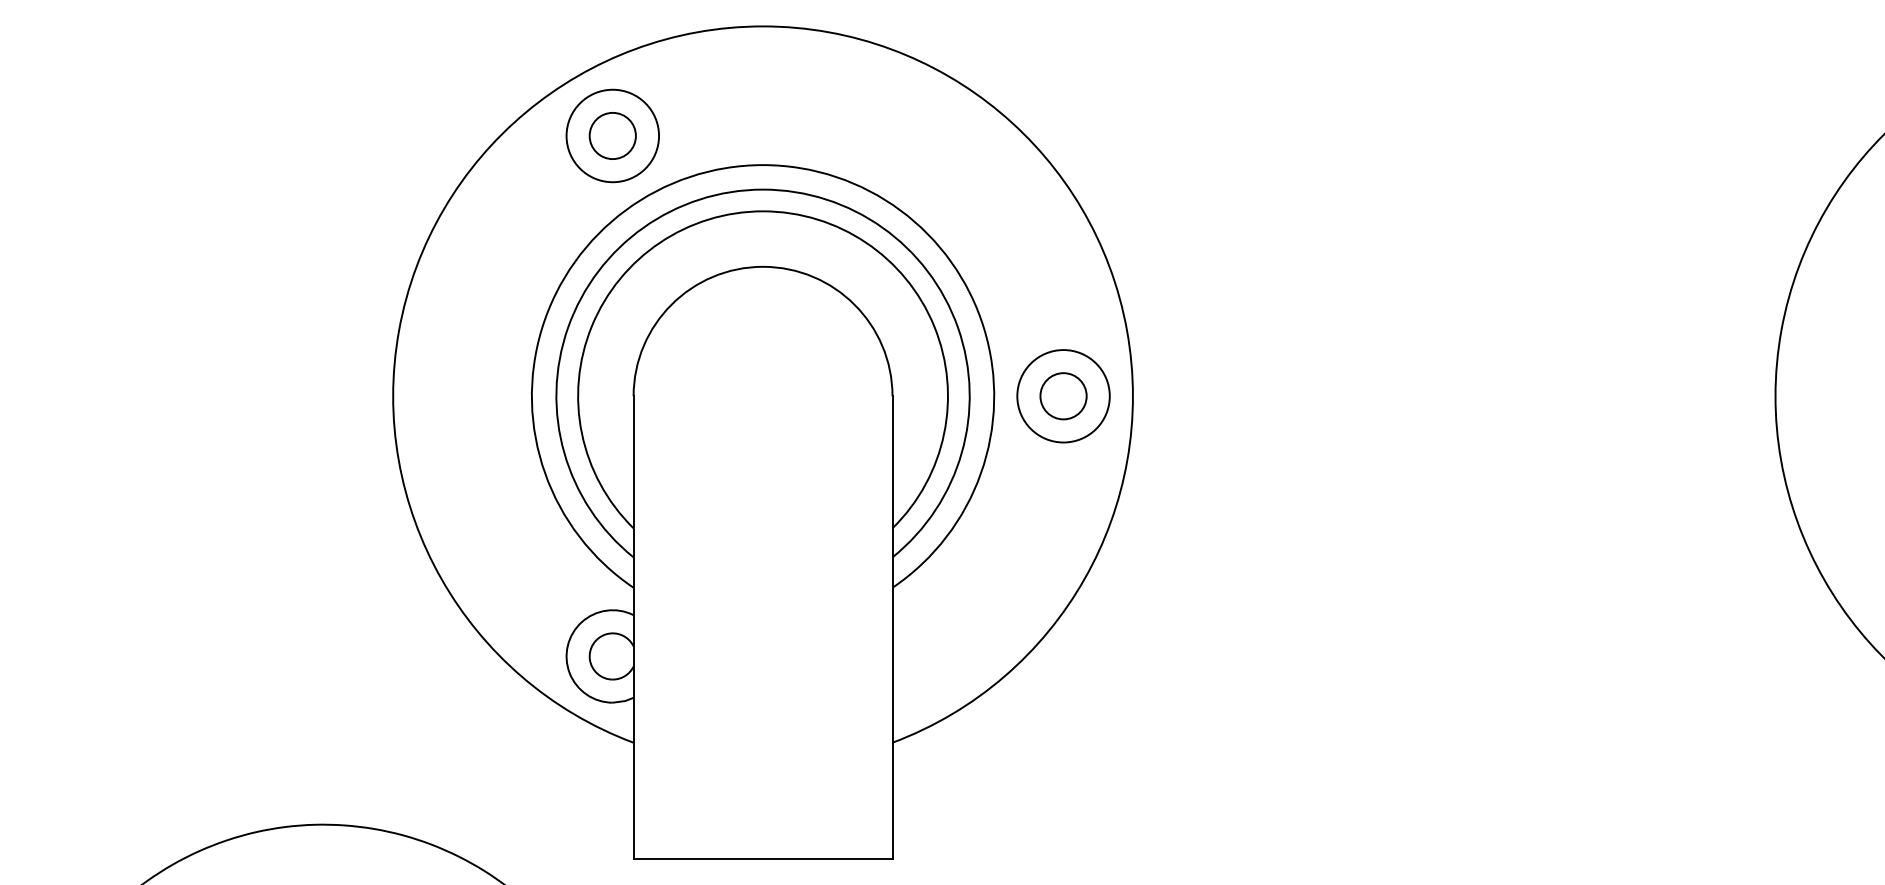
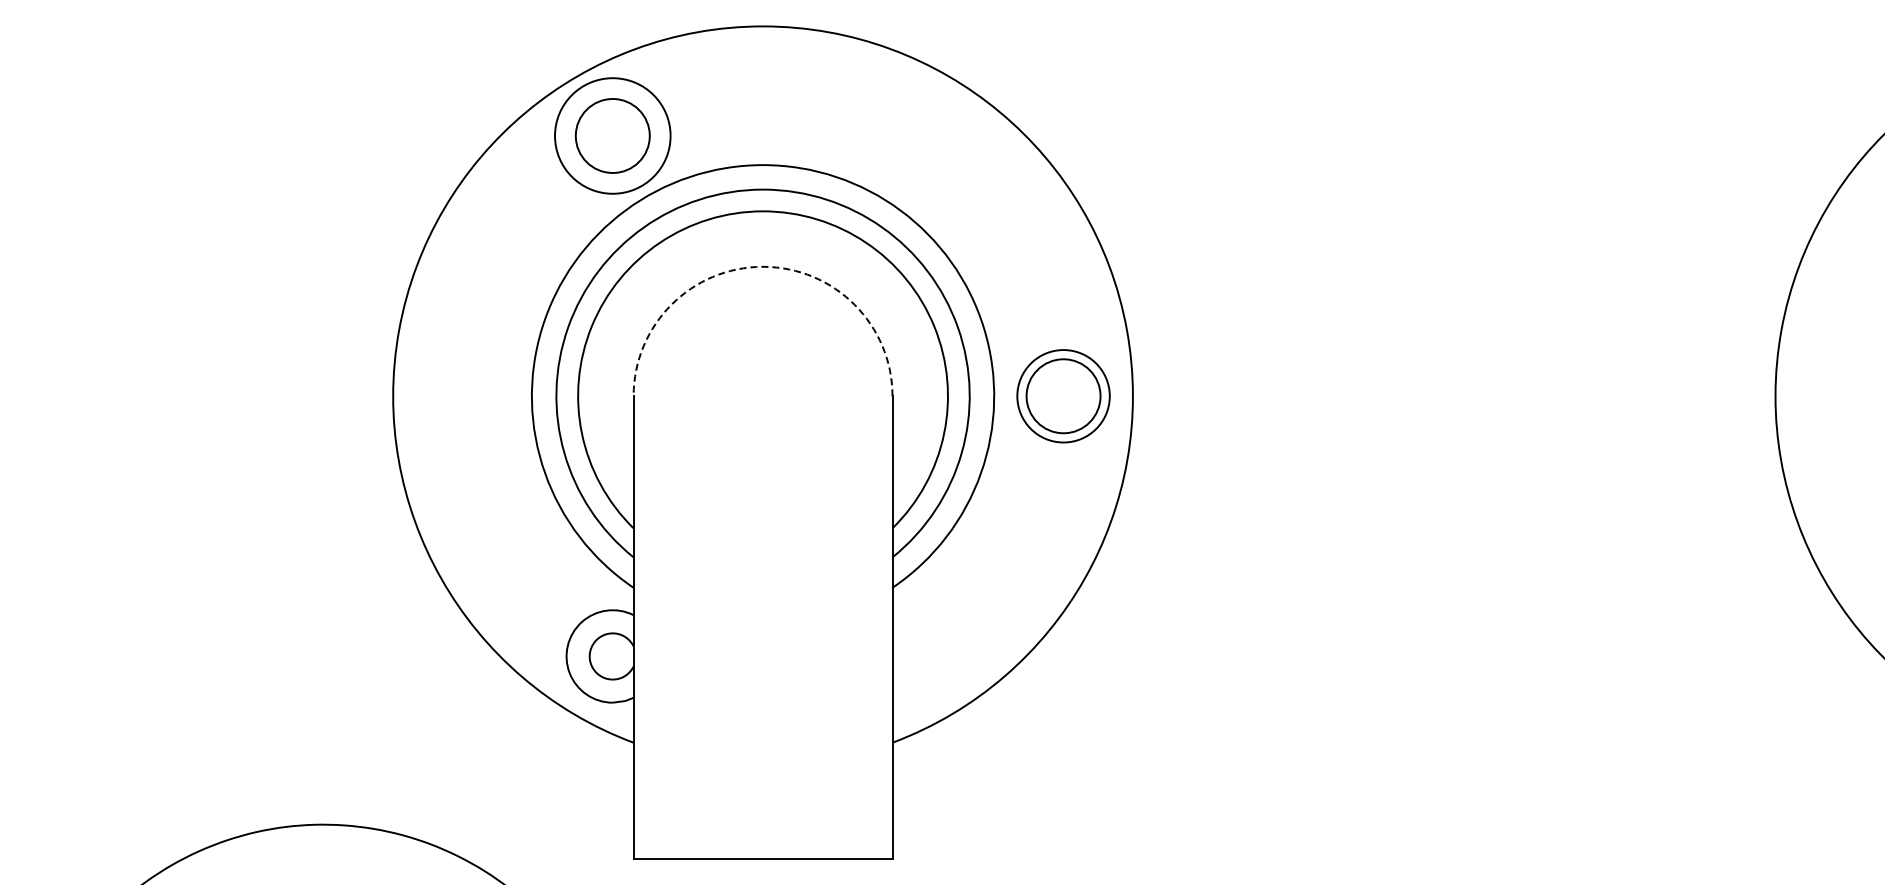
circle at (612, 135) diameter: 46 px -> 74 px
circle at (612, 135) diameter: 92 px -> 116 px
arc at (763, 266): solid -> dashed
circle at (1063, 396) diameter: 46 px -> 74 px
